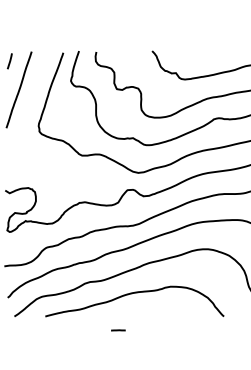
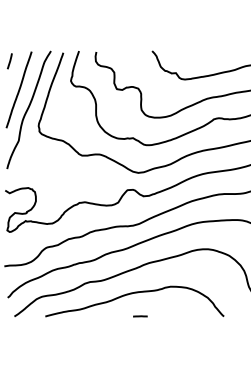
curve at (28, 109): none -> present
line at (118, 330) position: (118, 330) -> (140, 316)
